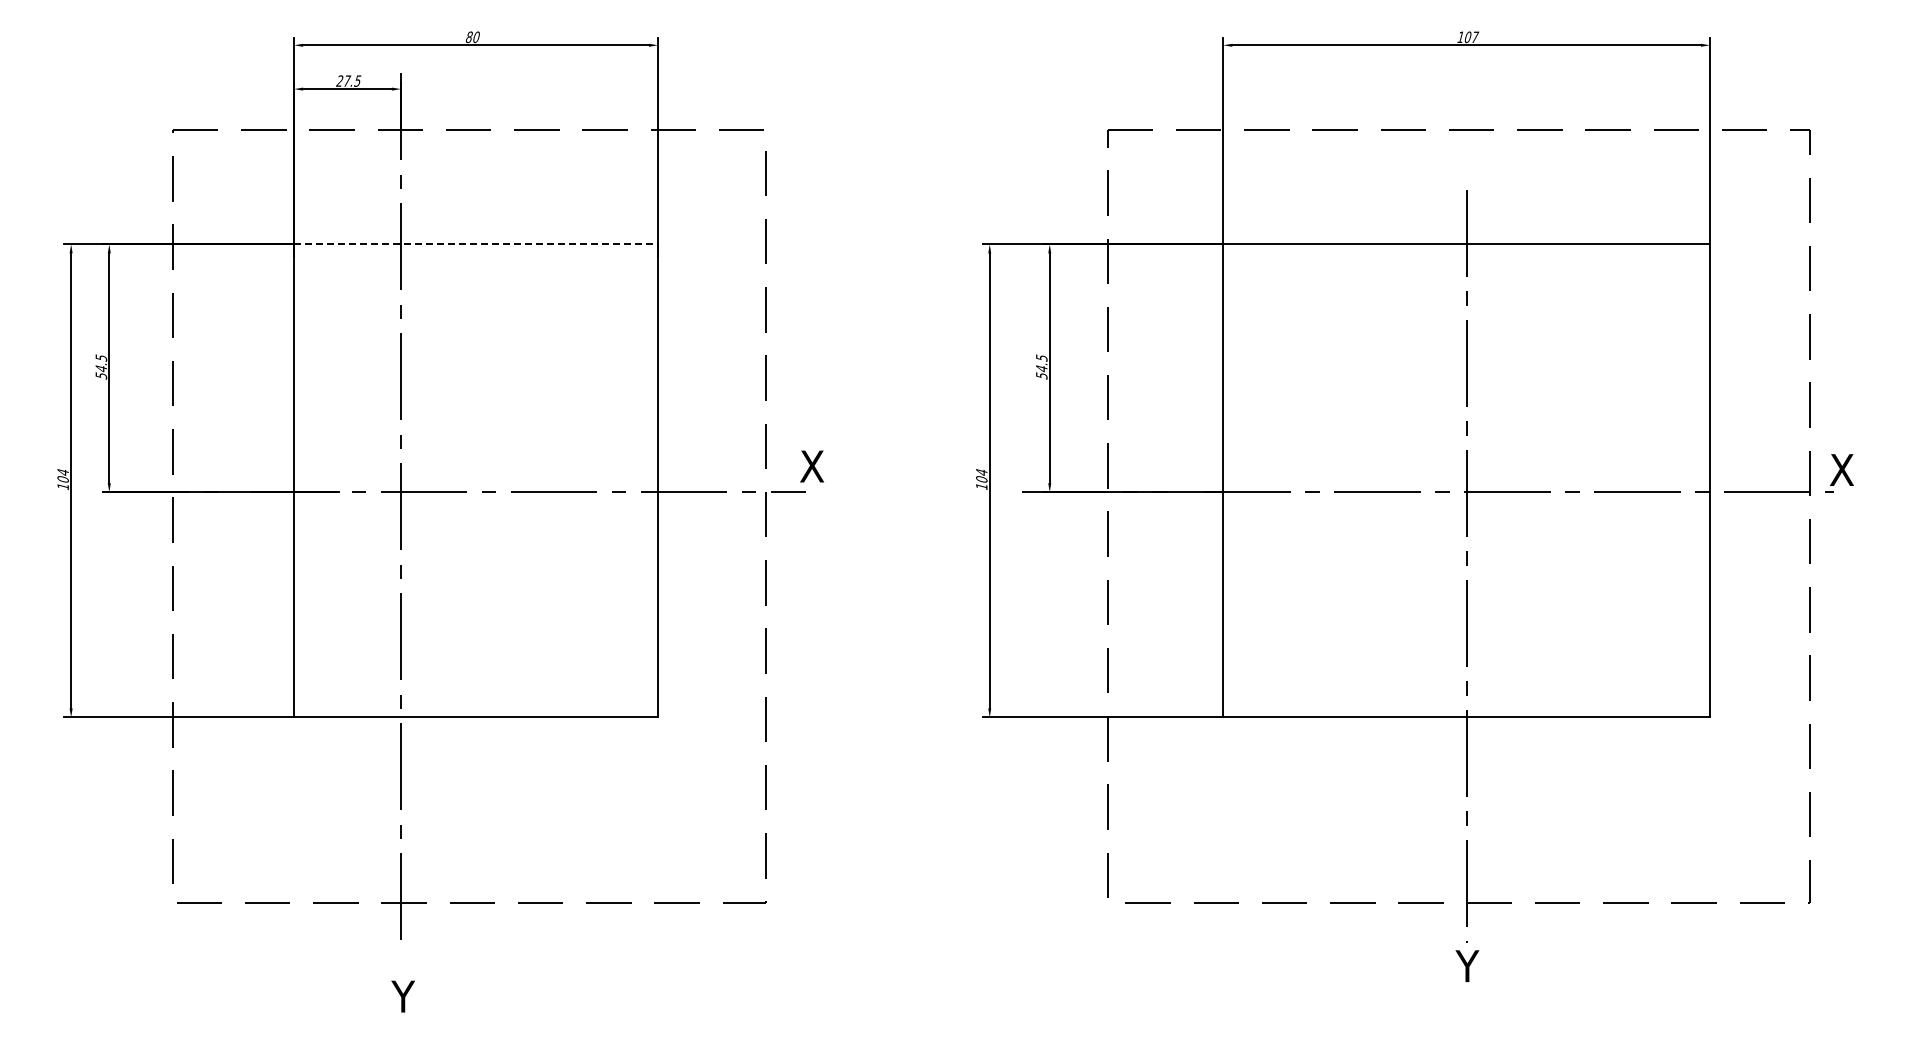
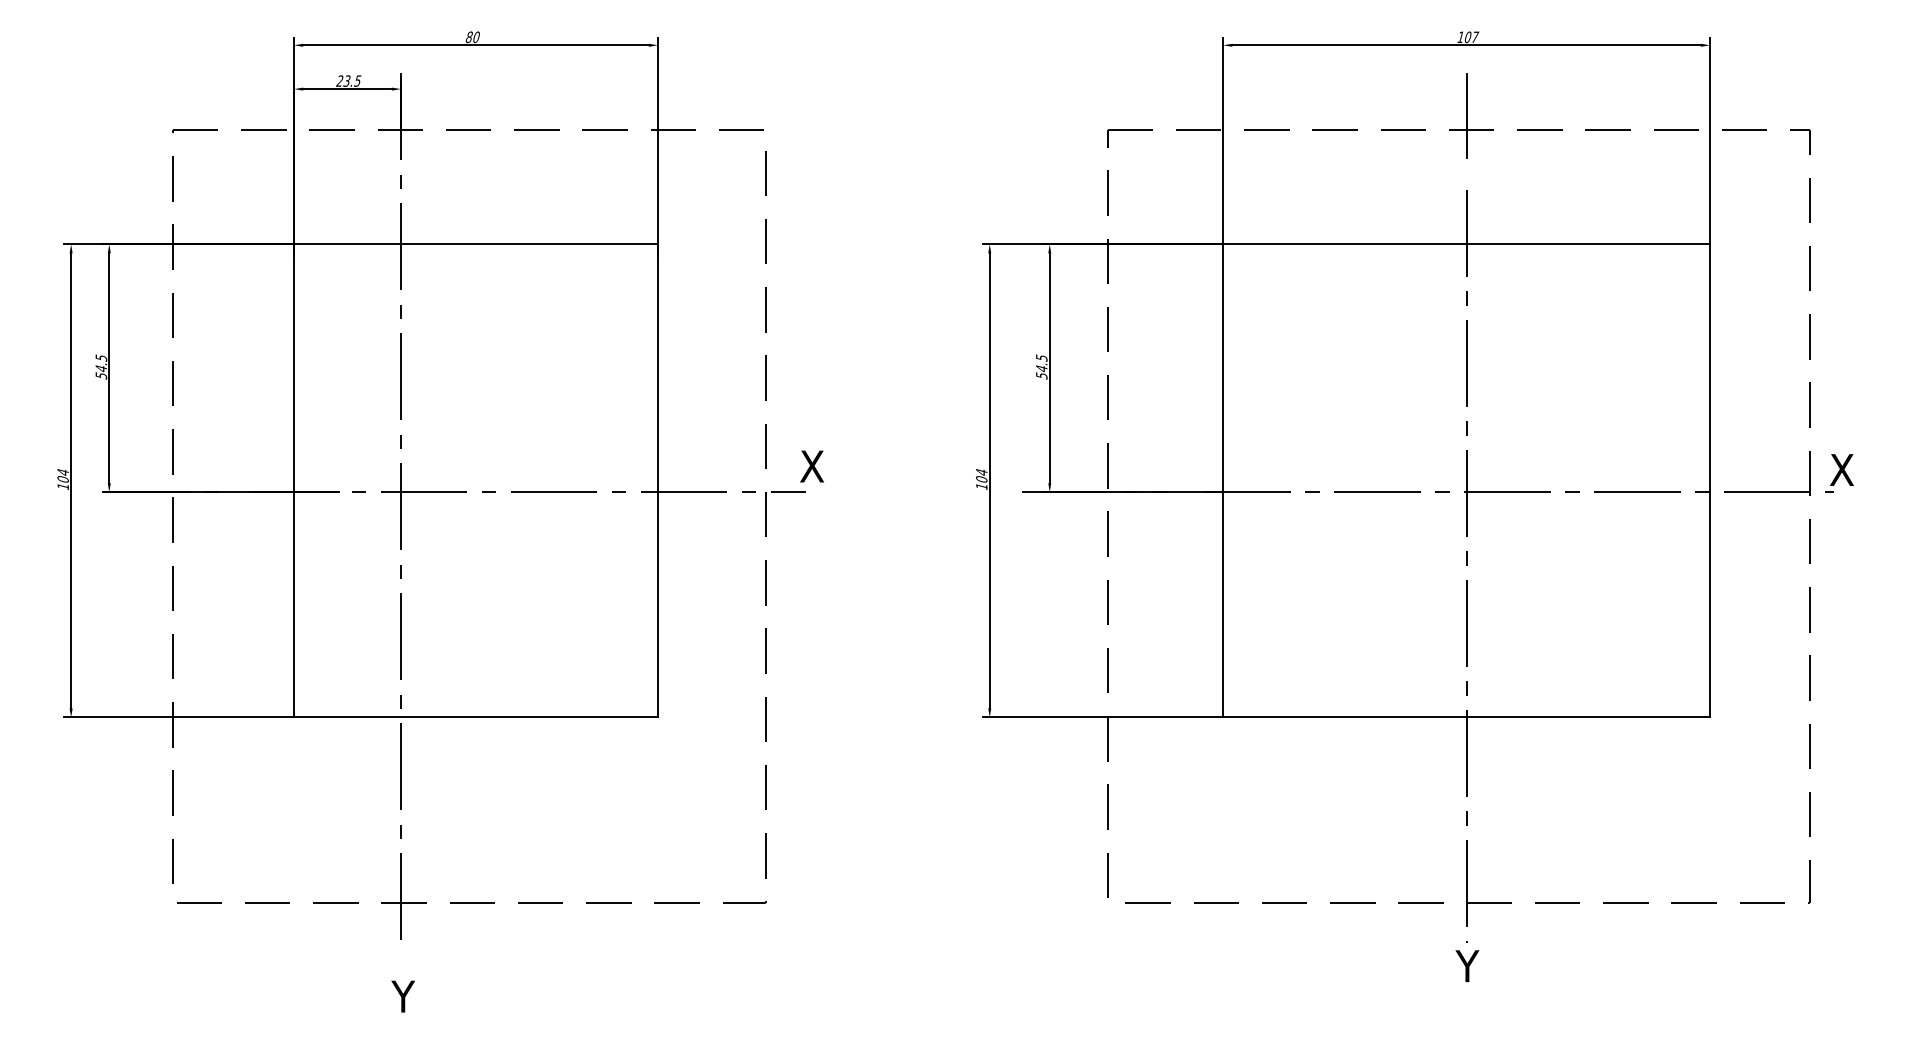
text at (347, 80): 27.5 -> 23.5
line at (1466, 116): none -> present
line at (476, 244): dashed -> solid
